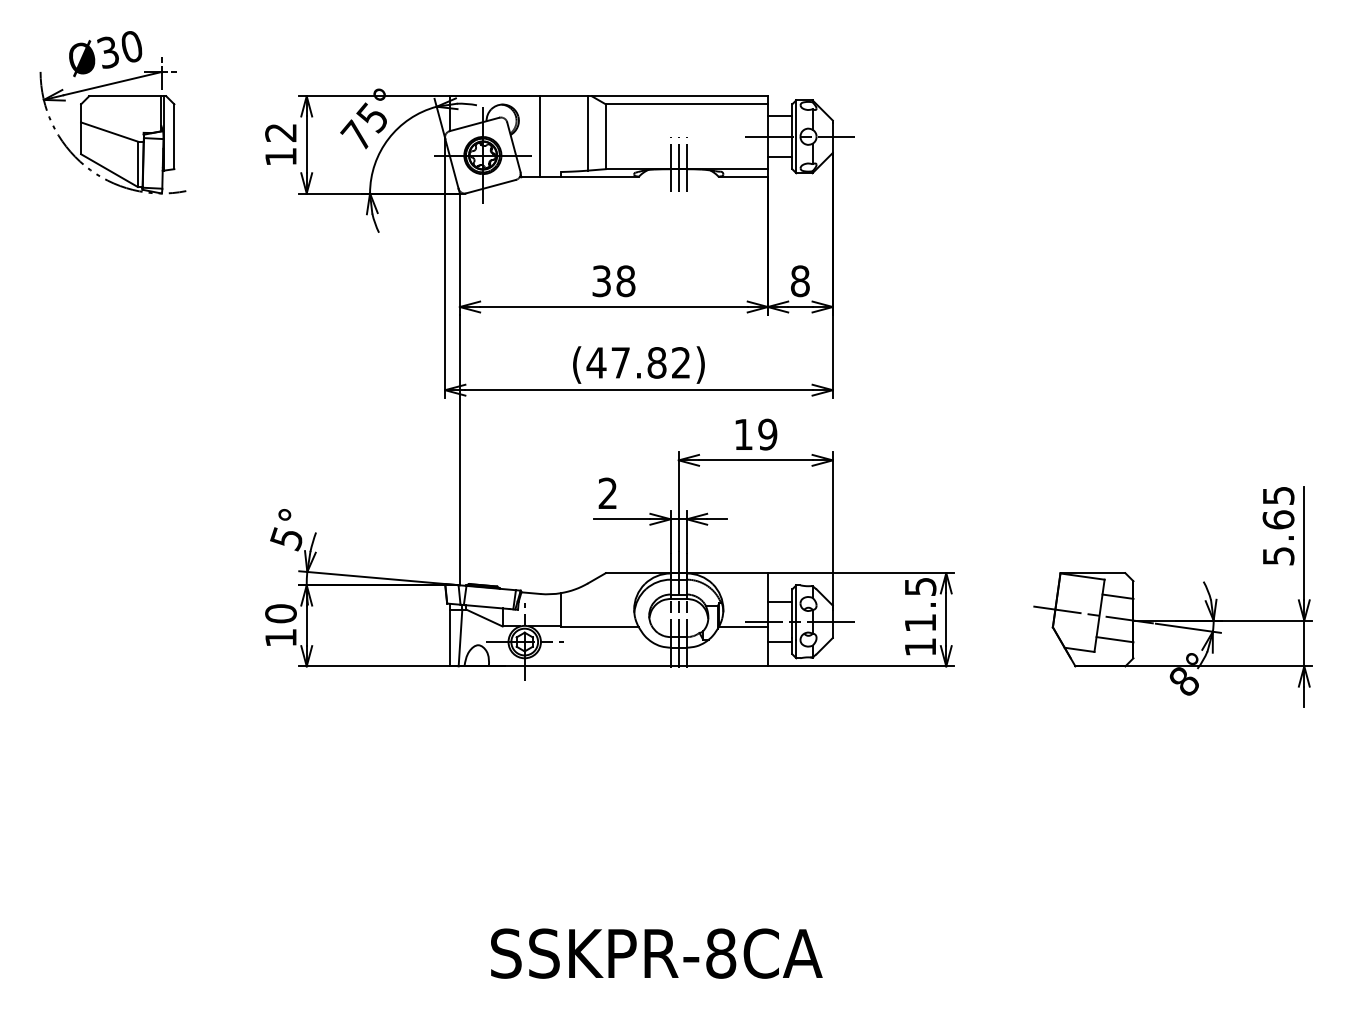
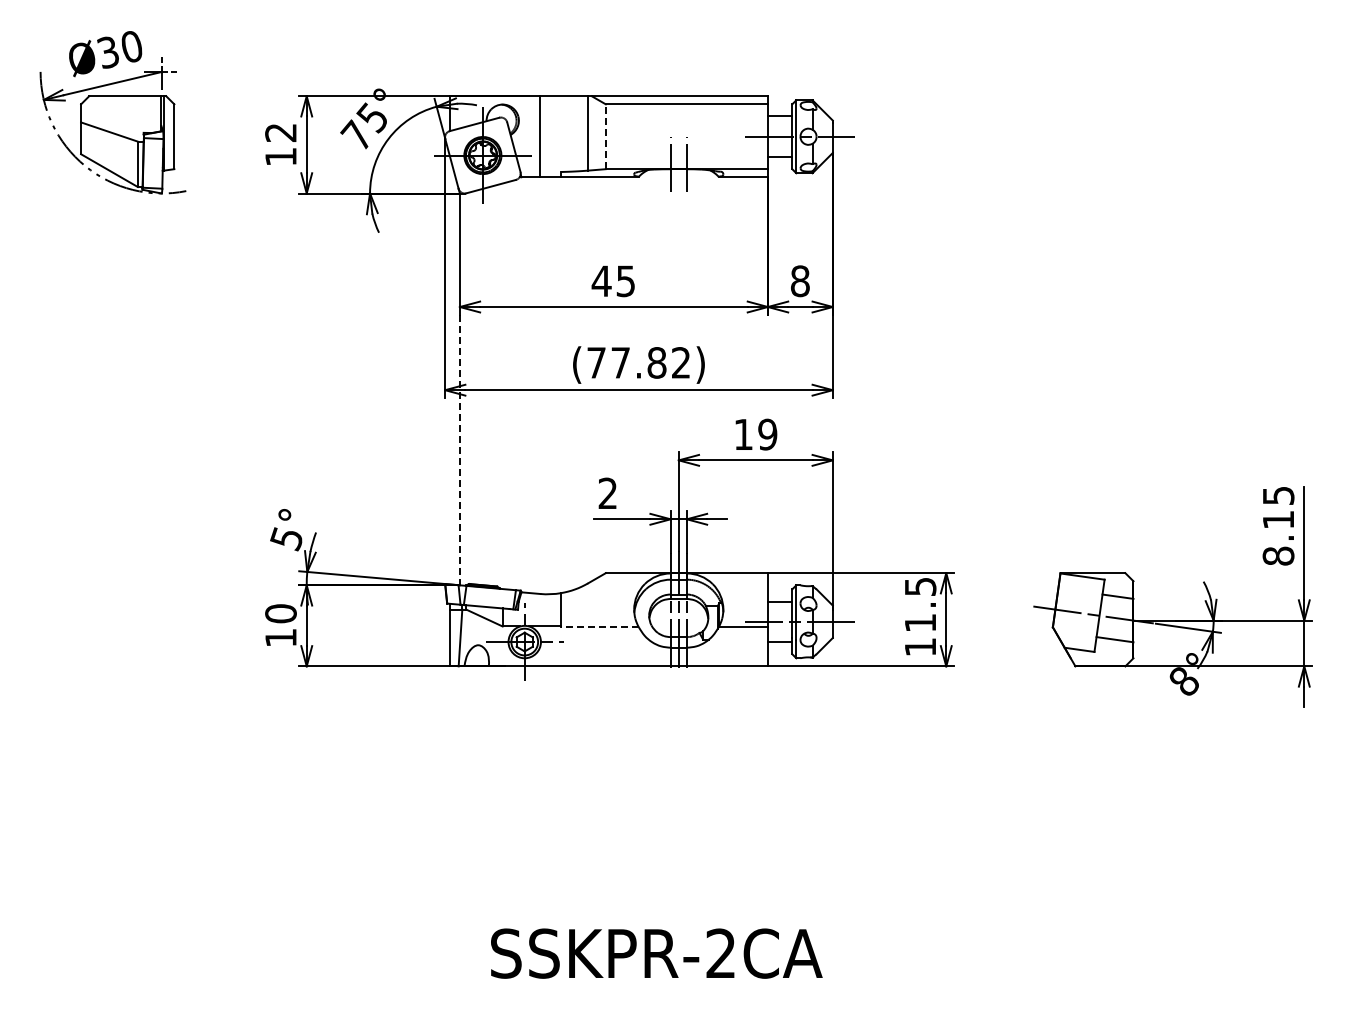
line at (605, 136): solid -> dashed
line at (678, 164): present -> none
text at (613, 281): 38 -> 45
text at (596, 362): (47.82) -> (77.82)
line at (459, 450): solid -> dashed
text at (1278, 537): 5.65 -> 8.15
line at (600, 627): solid -> dashed
text at (721, 953): SSKPR-8CA -> SSKPR-2CA
